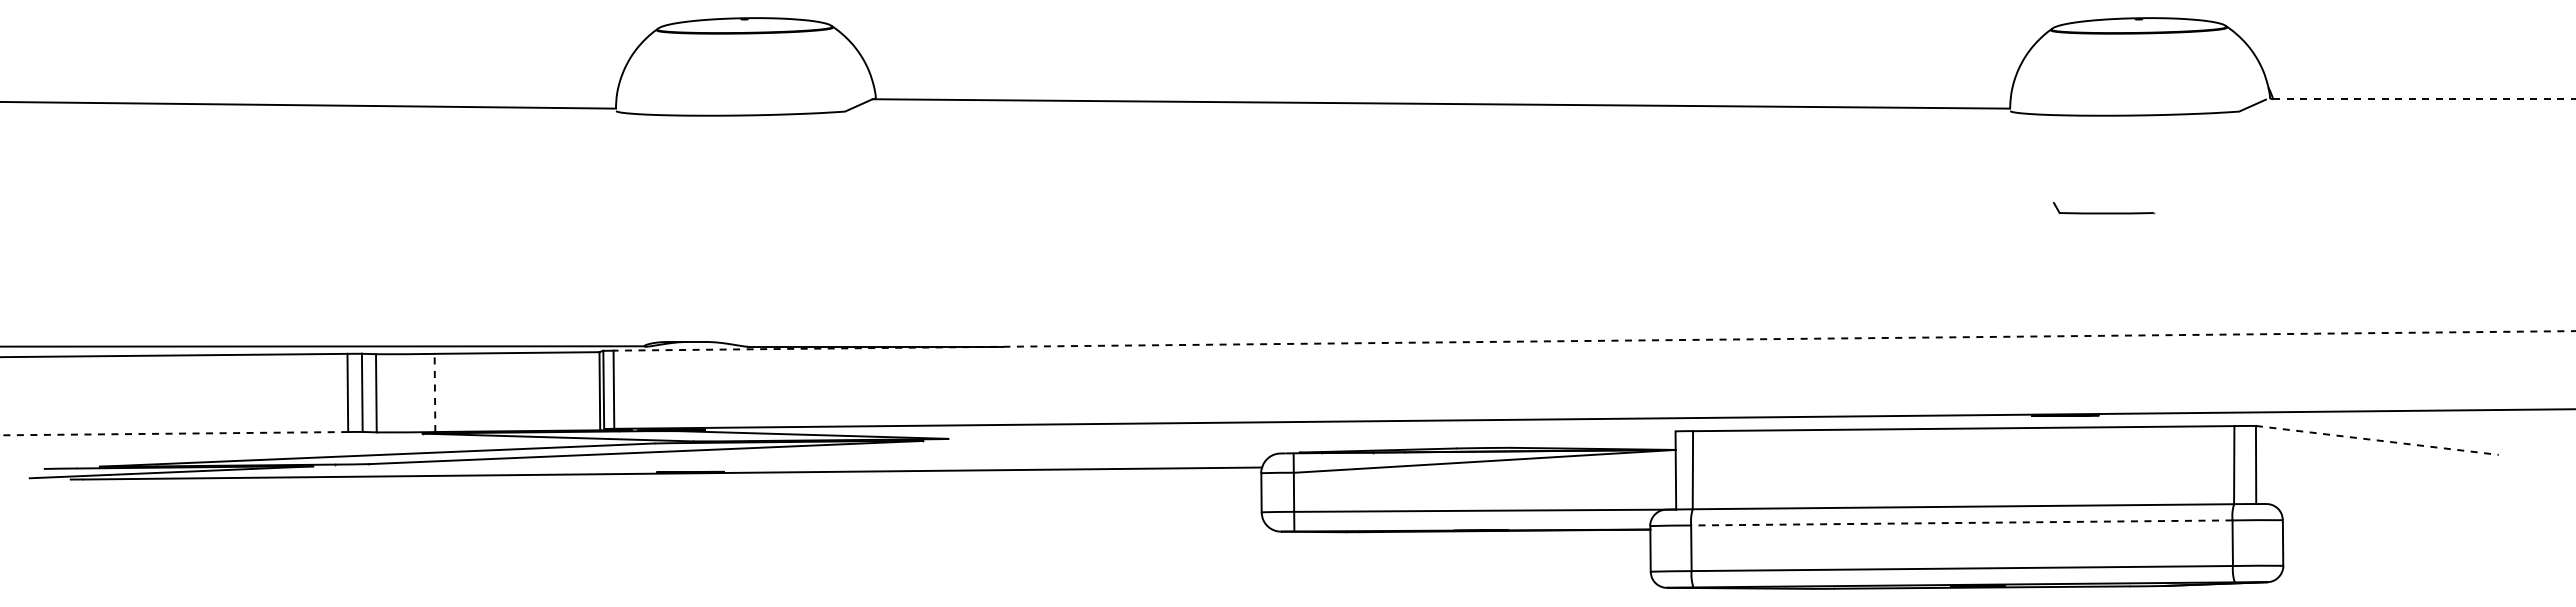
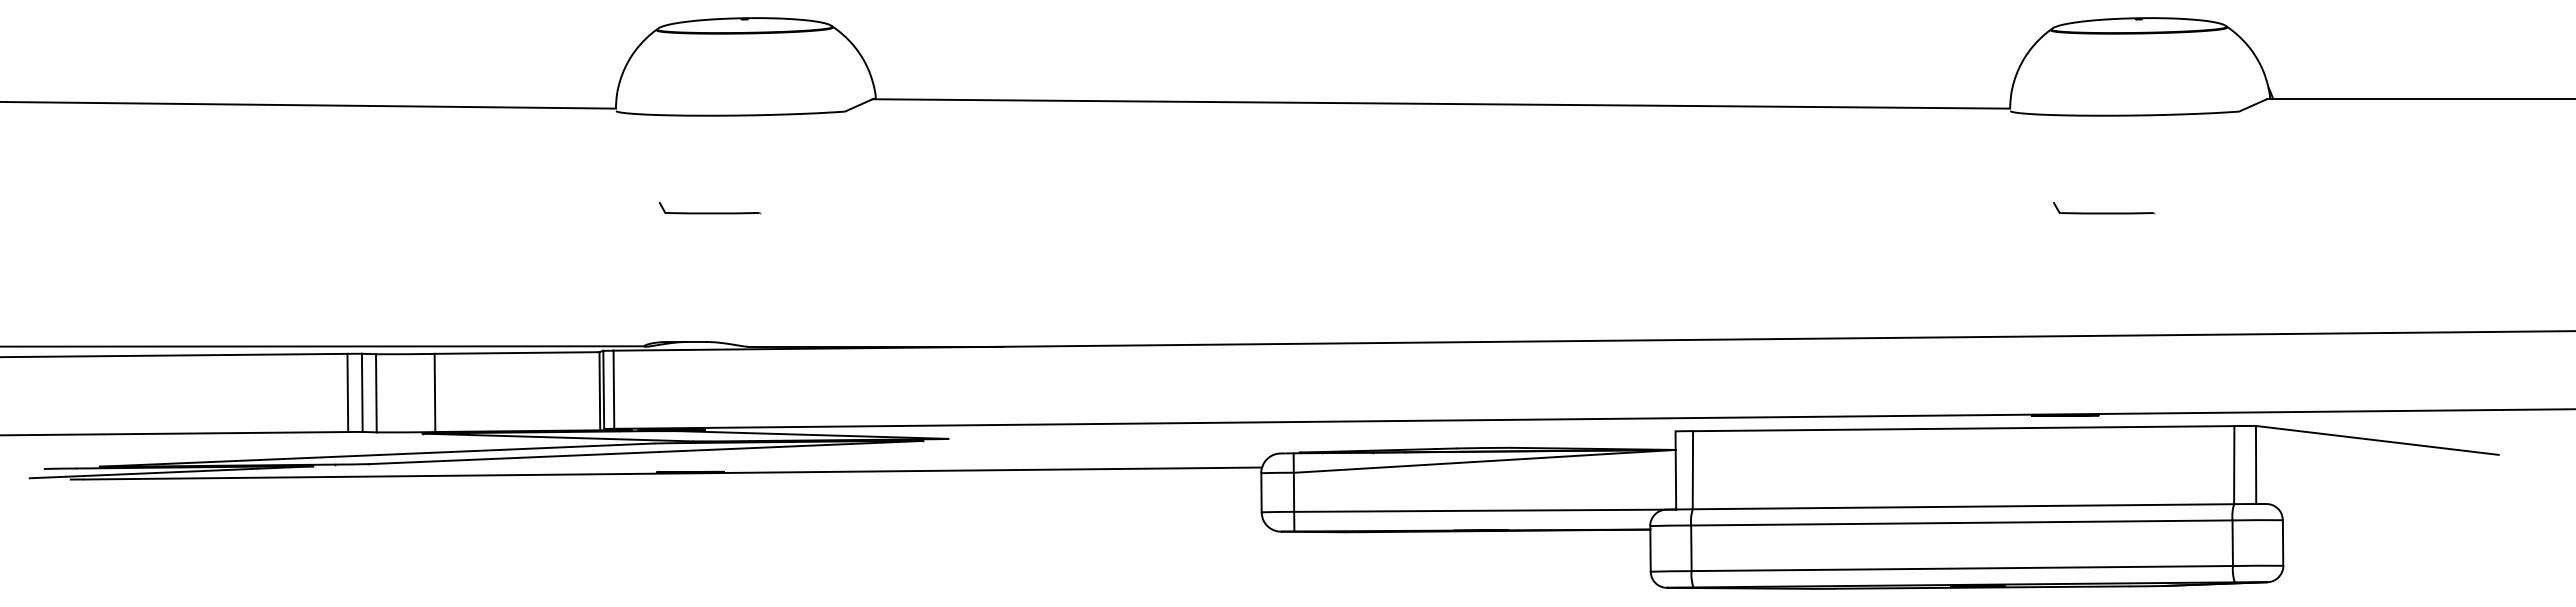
line at (2420, 99): dashed -> solid
part at (709, 208): none -> present
line at (1594, 340): dashed -> solid
line at (434, 392): dashed -> solid
line at (174, 433): dashed -> solid
line at (2377, 440): dashed -> solid
line at (1961, 522): dashed -> solid
